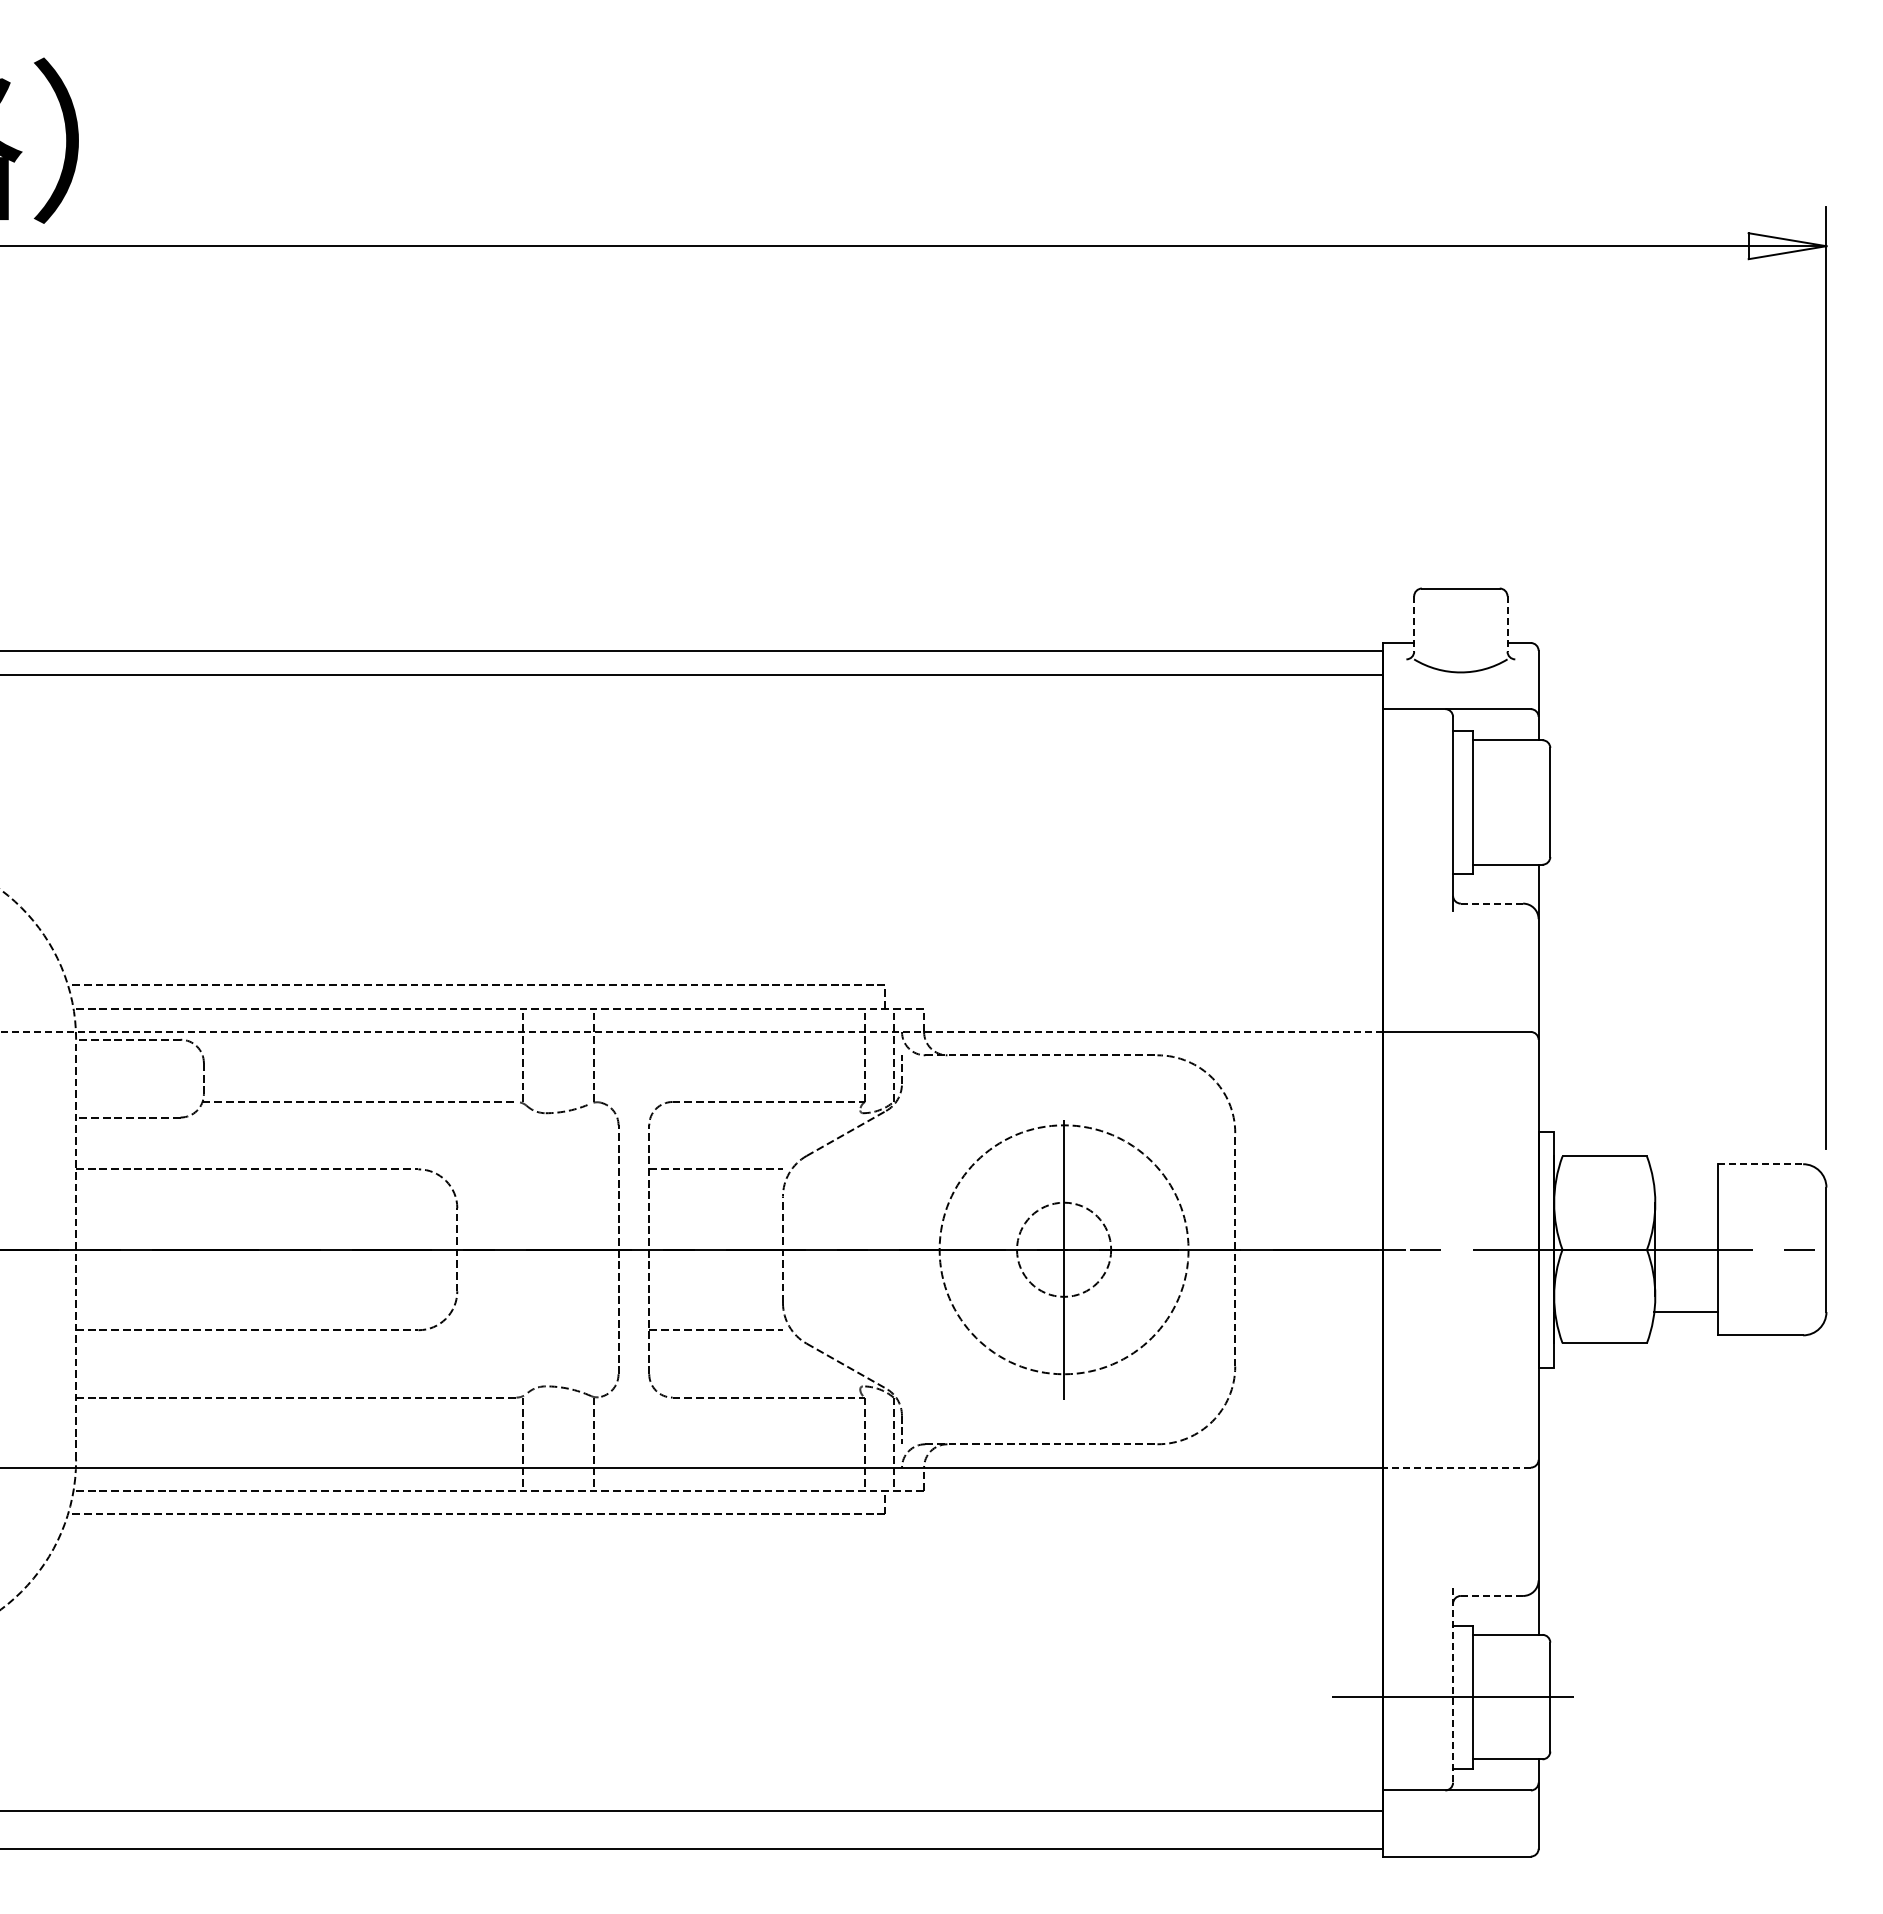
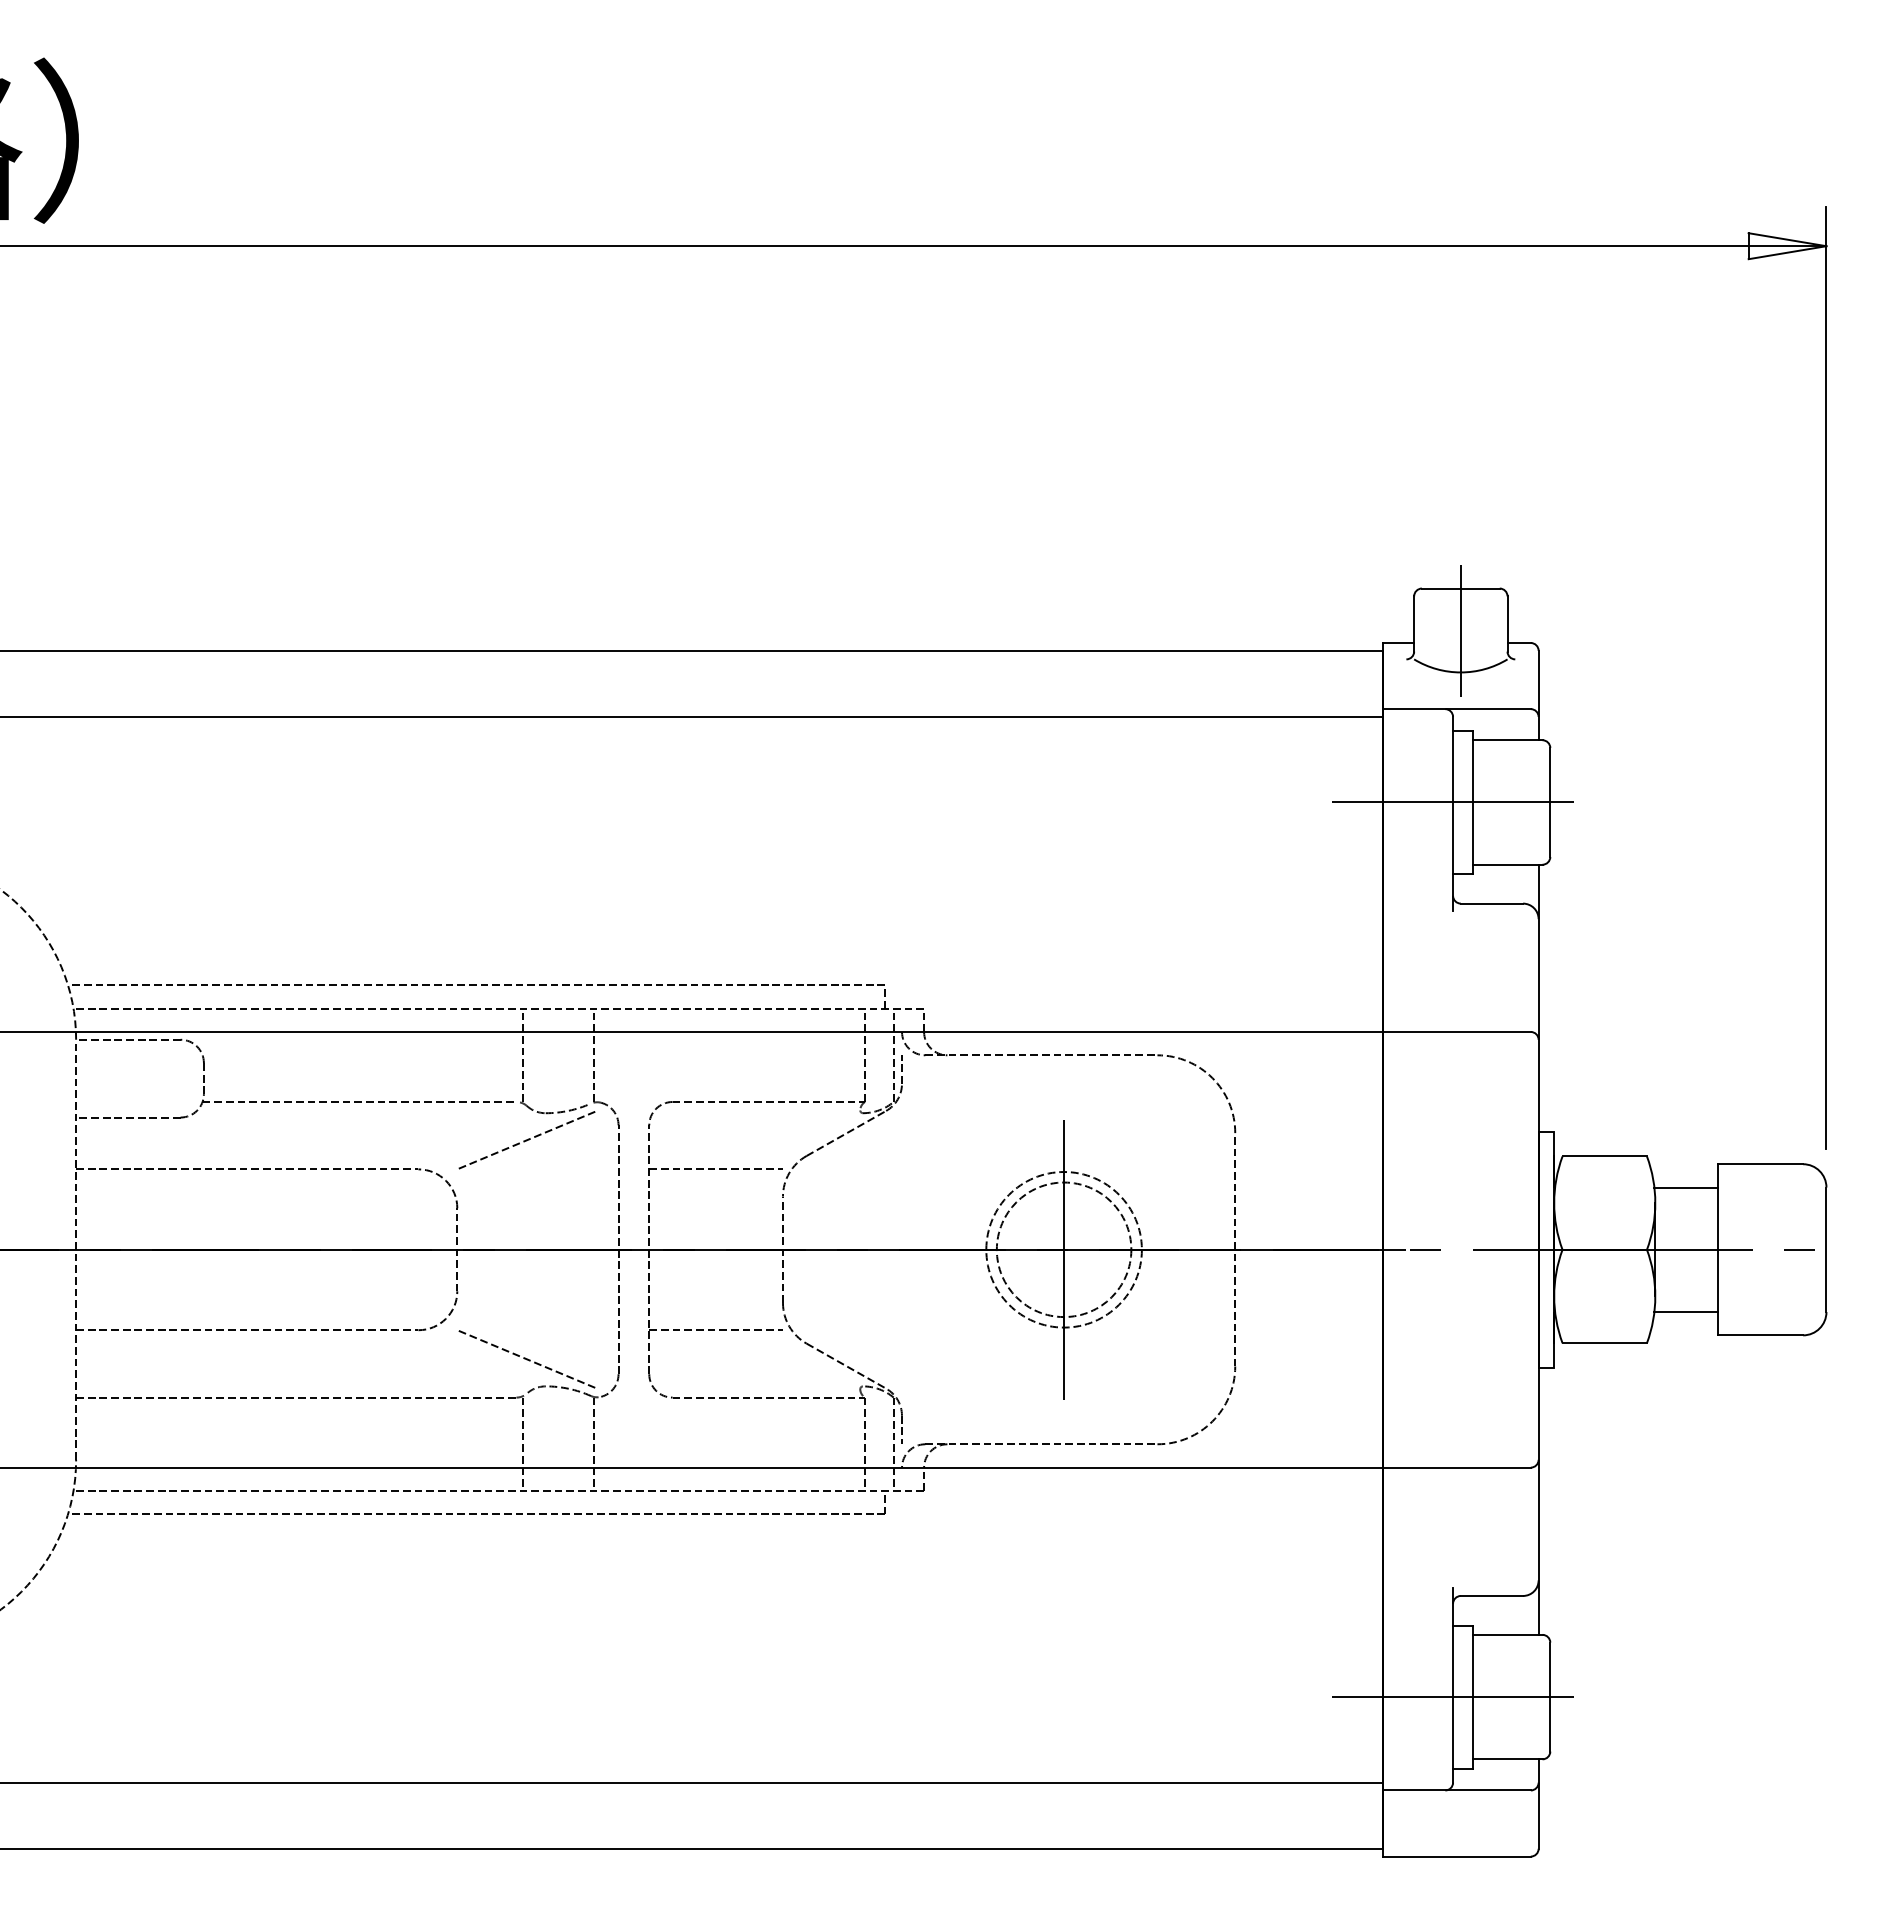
line at (1414, 623): dashed -> solid
line at (1507, 623): dashed -> solid
line at (1460, 631): none -> present
line at (692, 674) position: (692, 674) -> (692, 716)
line at (1452, 802): none -> present
line at (1491, 903): dashed -> solid
line at (691, 1031): dashed -> solid
line at (526, 1140): none -> present
line at (1760, 1164): dashed -> solid
line at (1685, 1187): none -> present
circle at (1063, 1249) diameter: 249 px -> 156 px
circle at (1064, 1249) diameter: 94 px -> 135 px
line at (526, 1358): none -> present
line at (1456, 1467): dashed -> solid
line at (1491, 1595): dashed -> solid
line at (1453, 1685): dashed -> solid
line at (692, 1810) position: (692, 1810) -> (692, 1782)
